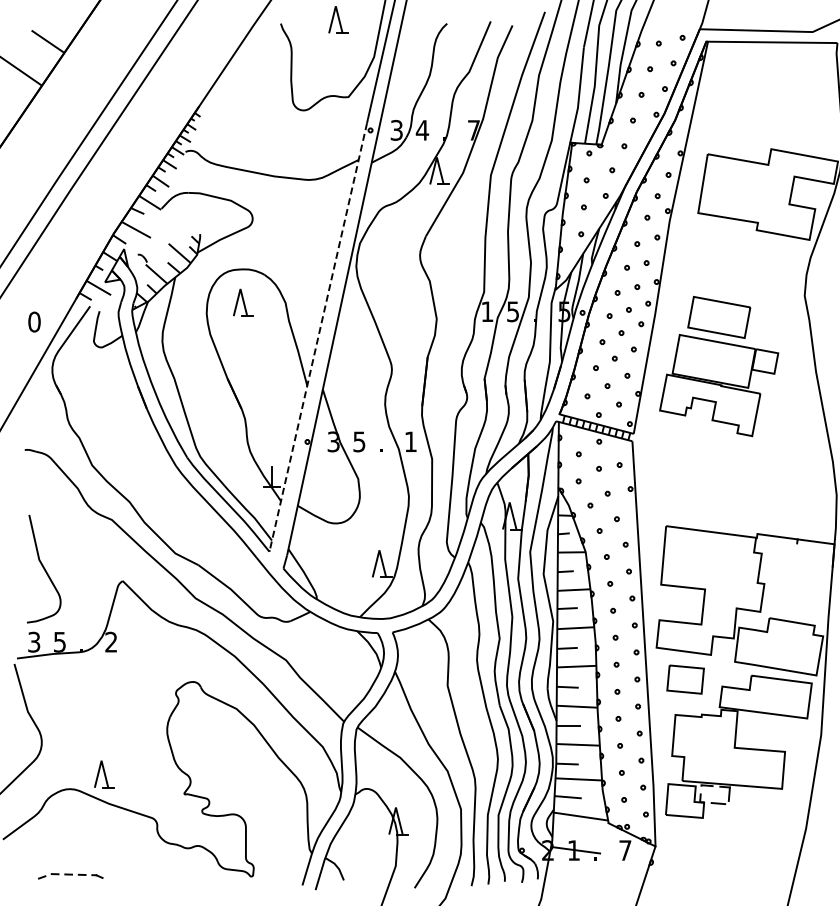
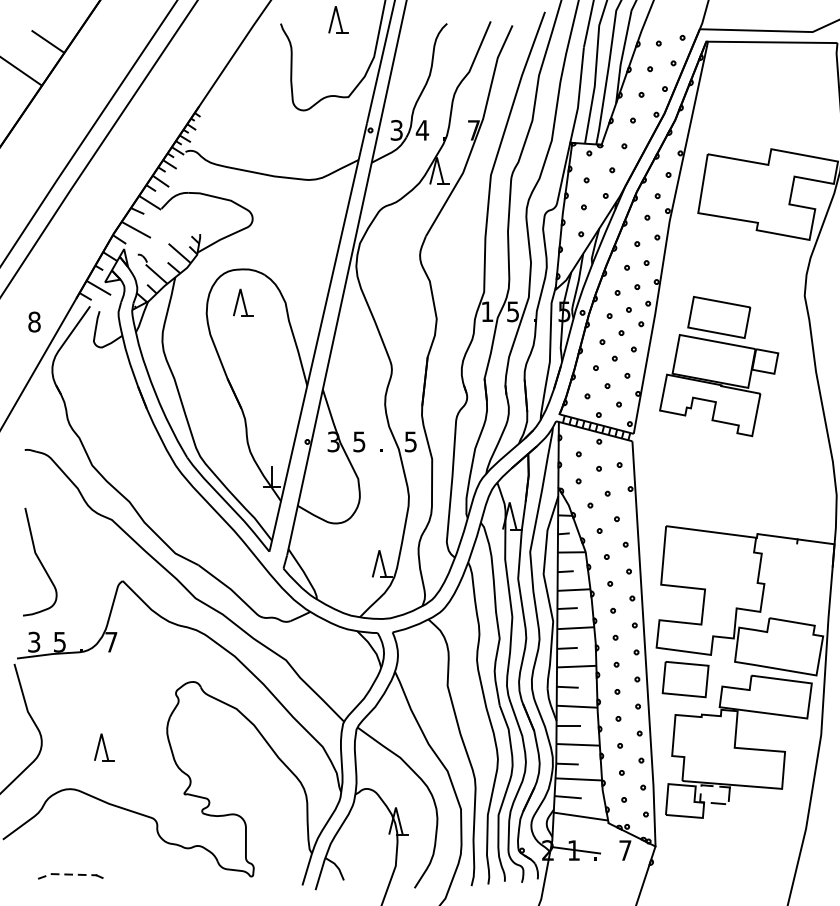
text at (34, 322): 0 -> 8
line at (318, 336): dashed -> solid
text at (410, 441): 1 -> 5
curve at (44, 568) position: (44, 568) -> (40, 561)
text at (111, 641): 2 -> 7
part at (685, 679) size: 39x31 px -> 49x38 px
part at (104, 774) position: (104, 774) -> (104, 747)
